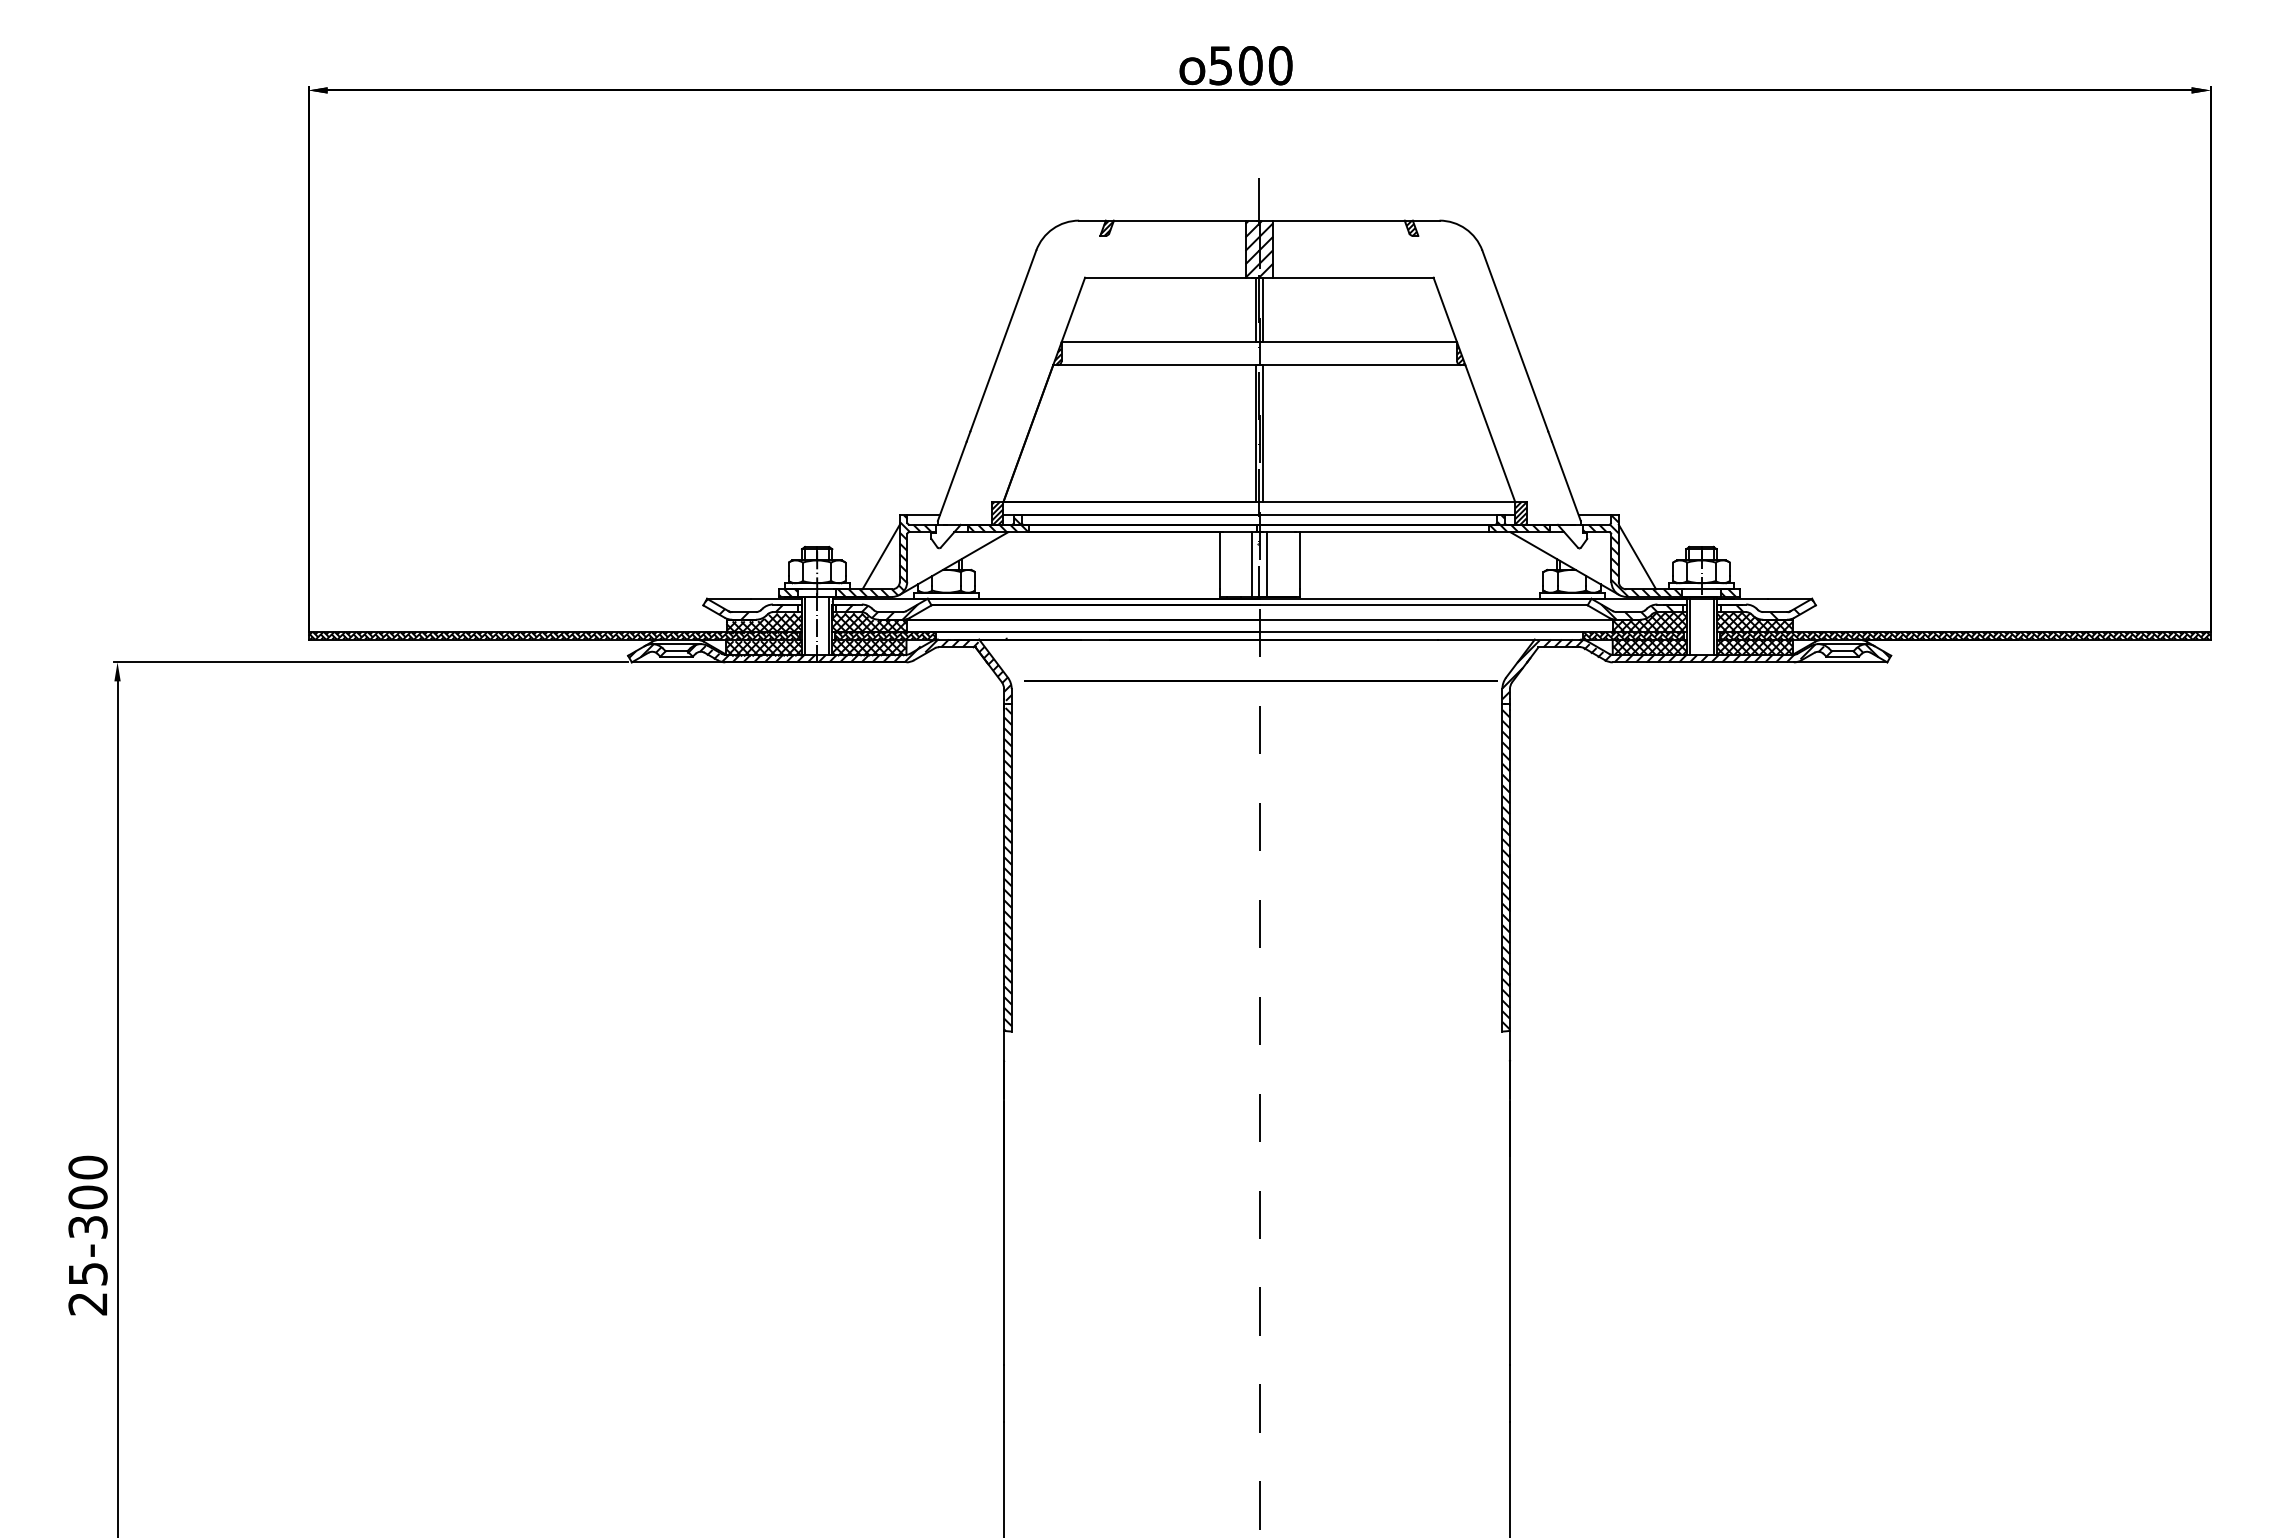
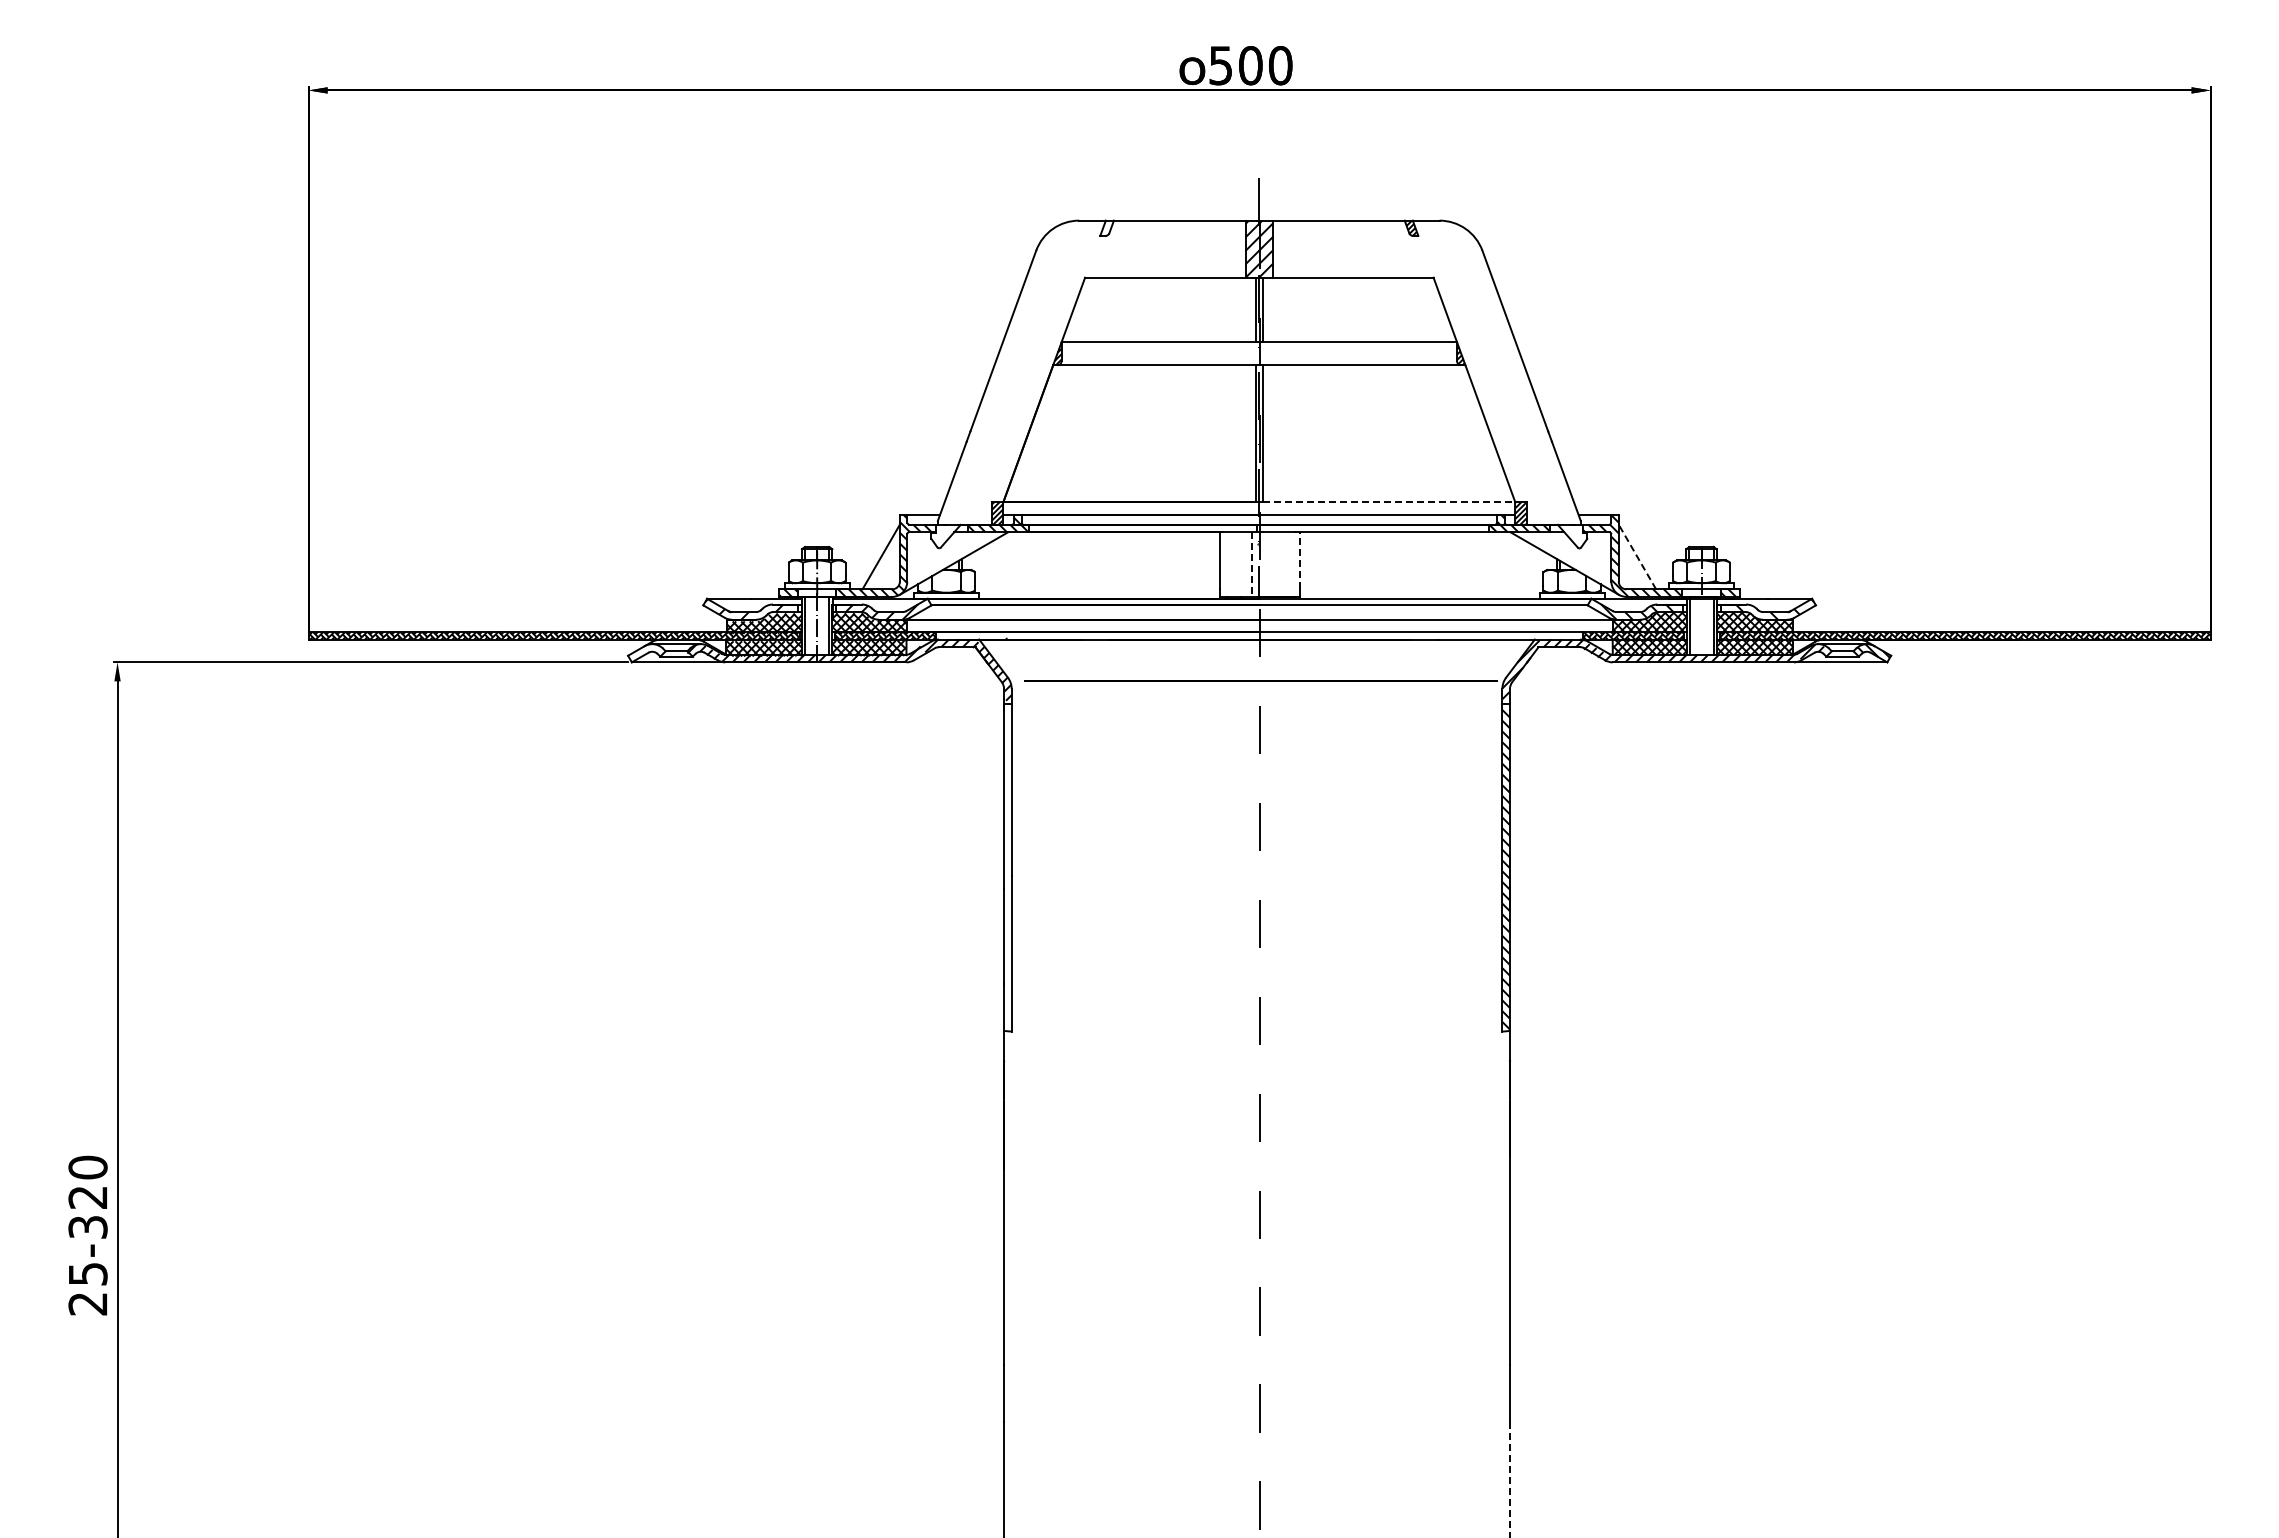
hatch at (1106, 227): present -> none
line at (1389, 502): solid -> dashed
line at (1637, 556): solid -> dashed
line at (1299, 560): solid -> dashed
line at (1267, 564): present -> none
line at (1251, 565): solid -> dashed
hatch at (645, 650): present -> none
hatch at (1007, 869): present -> none
text at (87, 1197): 25-300 -> 25-320
line at (1509, 1480): solid -> dashed
